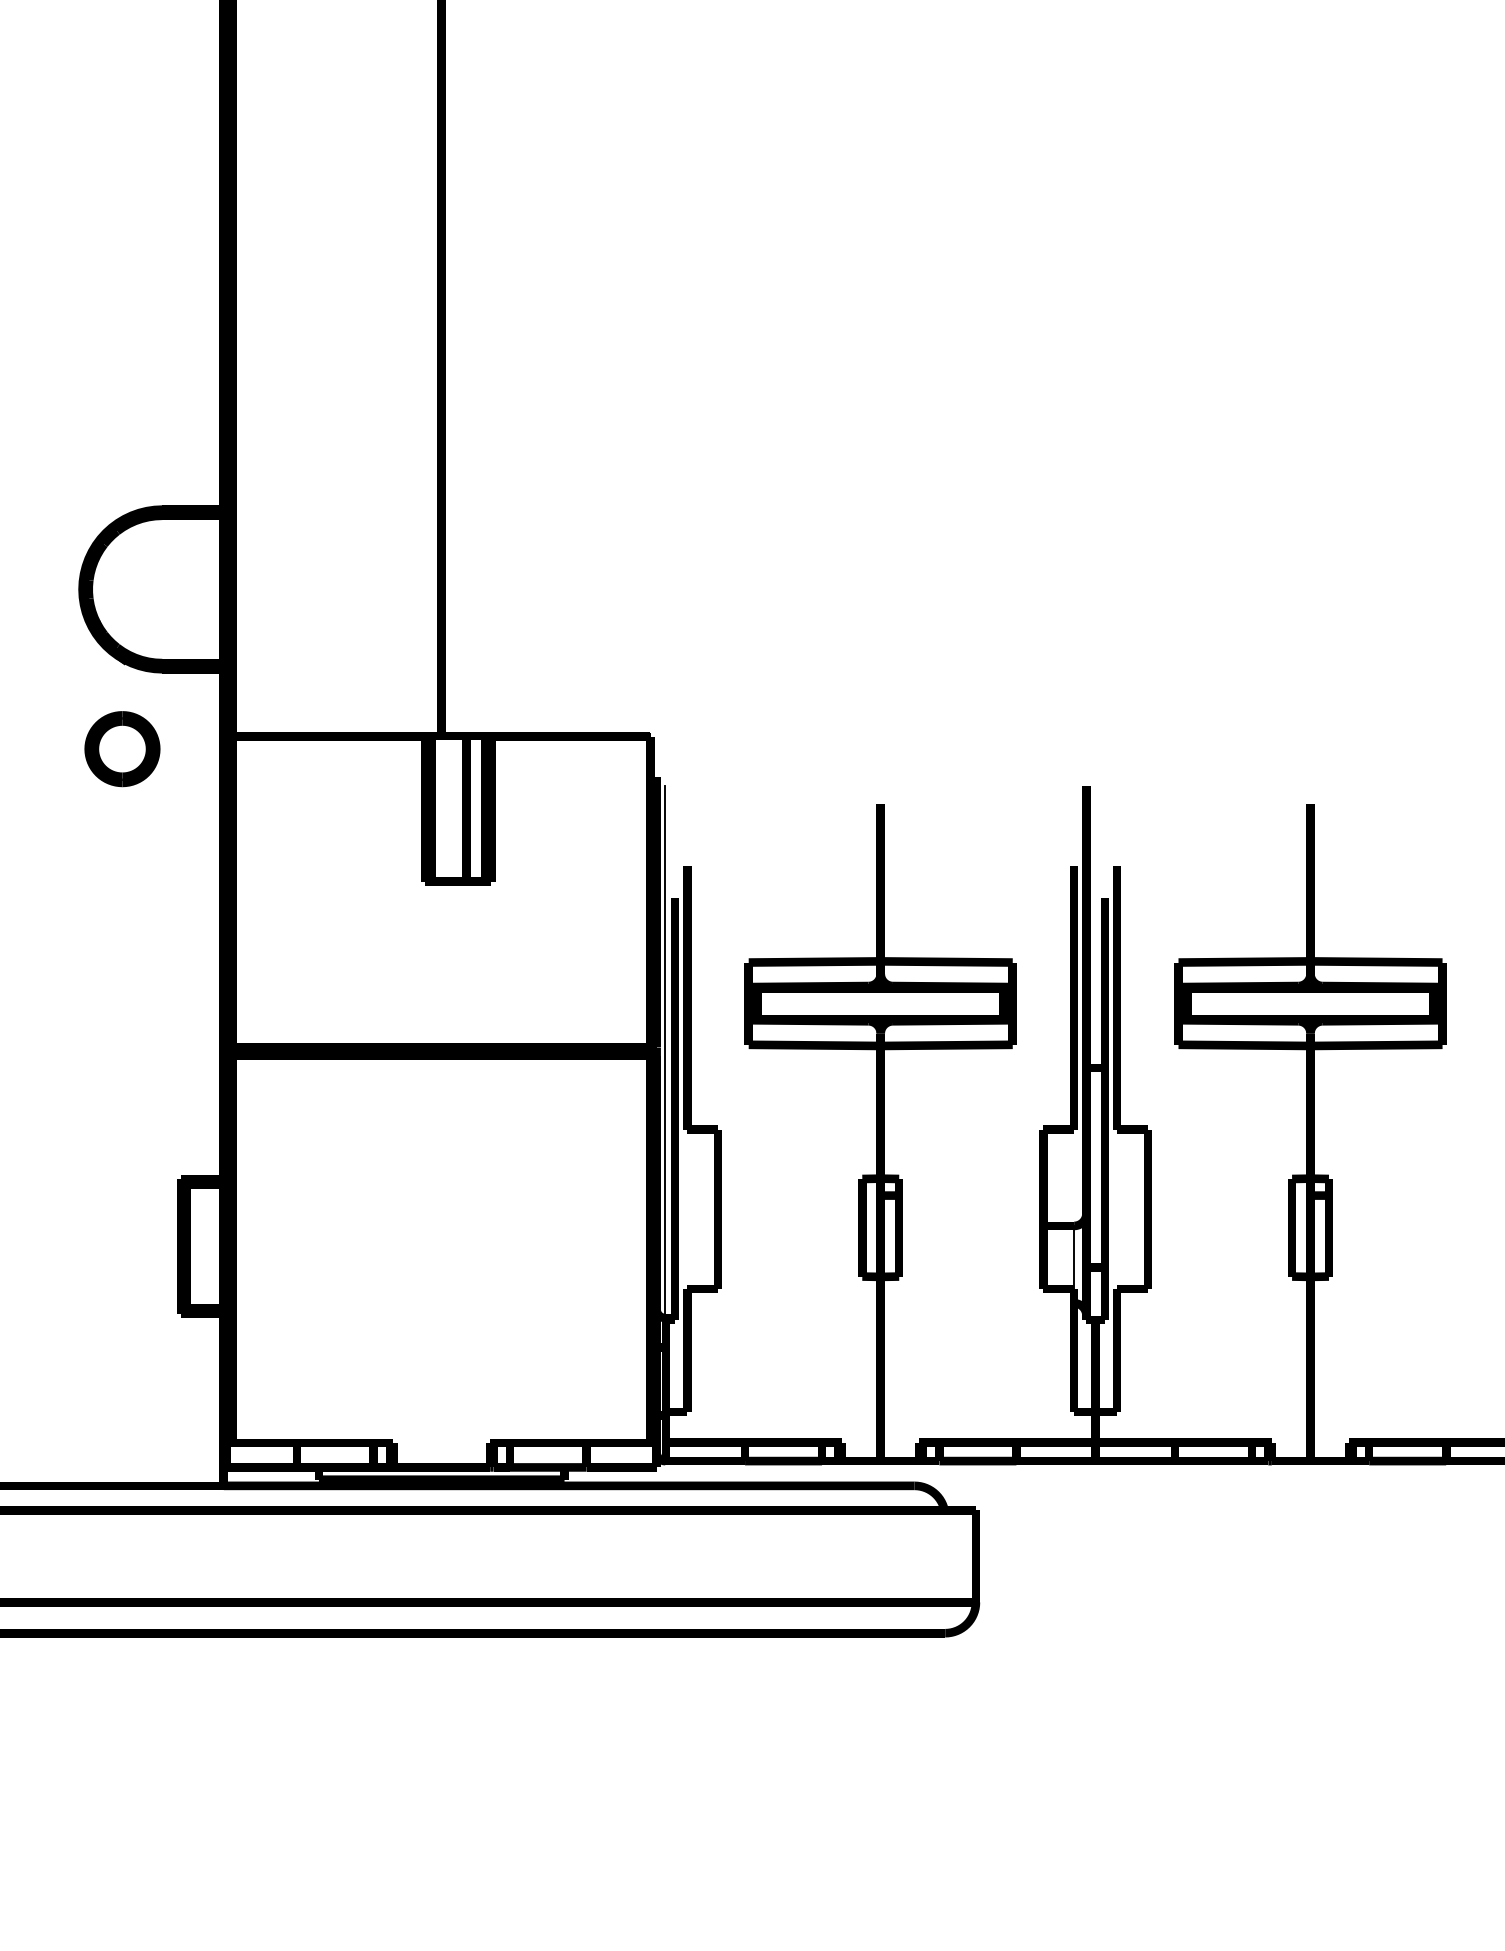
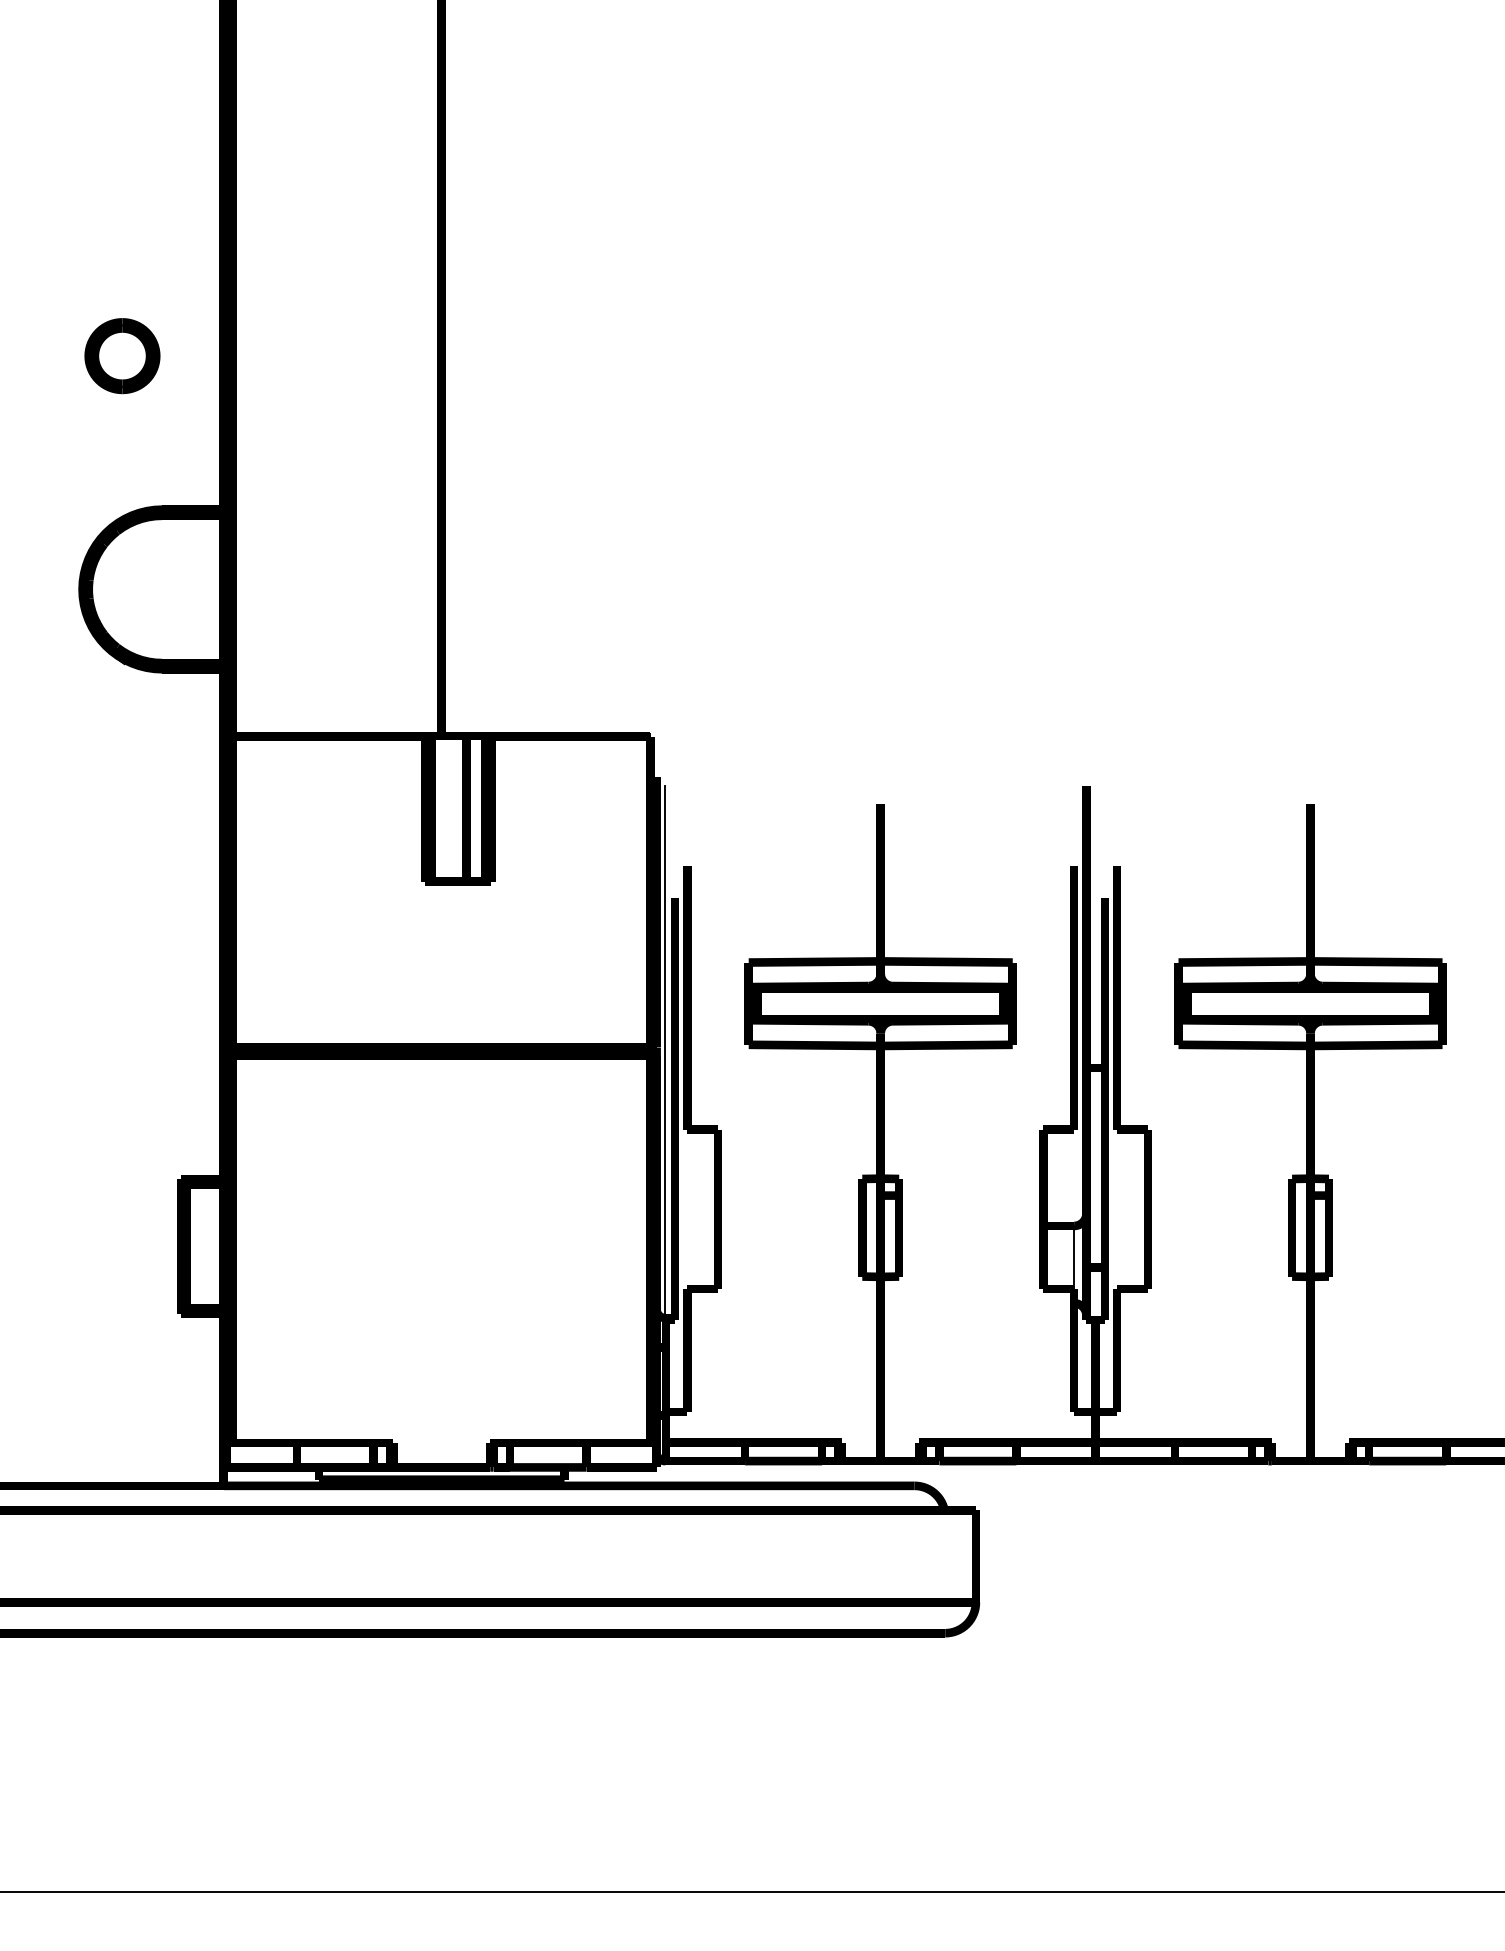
part at (122, 749) position: (122, 749) -> (122, 356)
line at (751, 1892): none -> present
